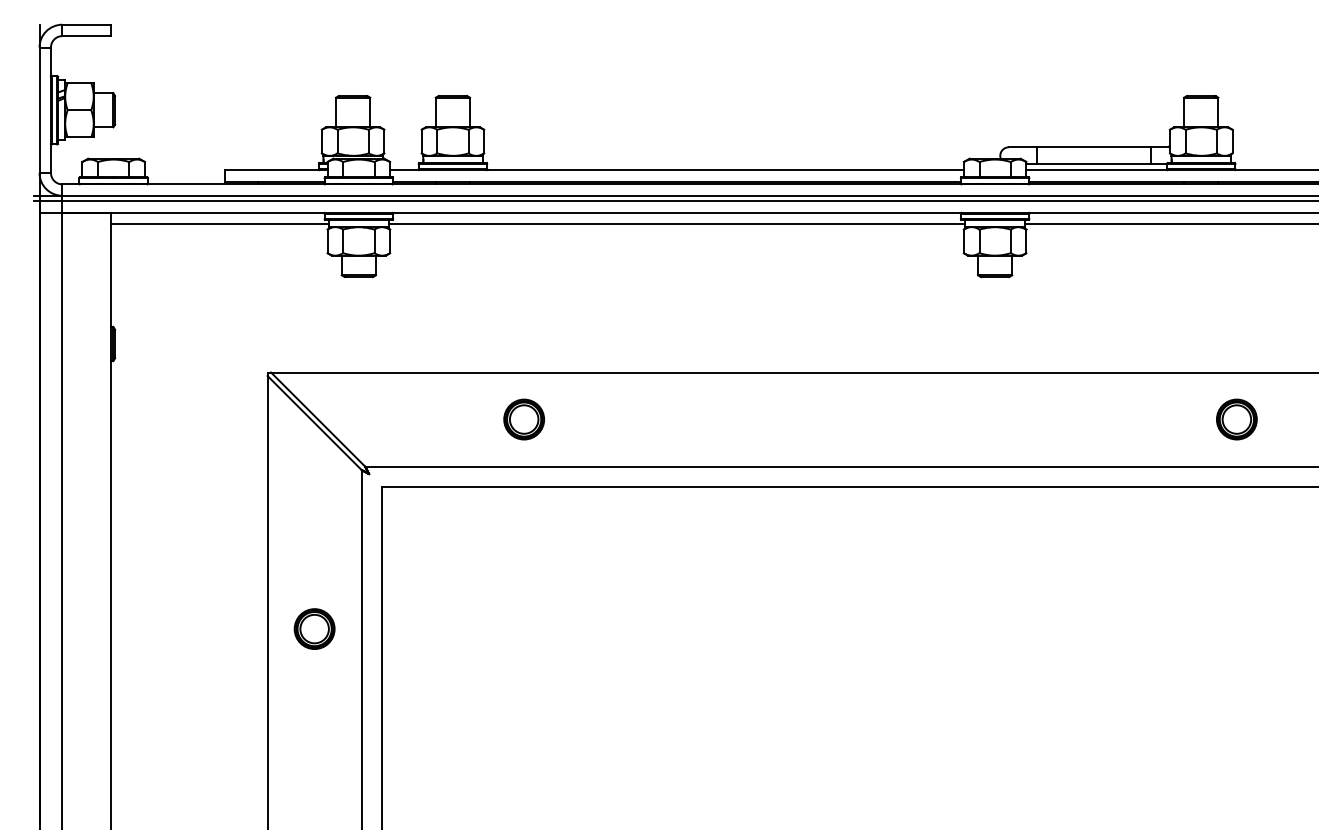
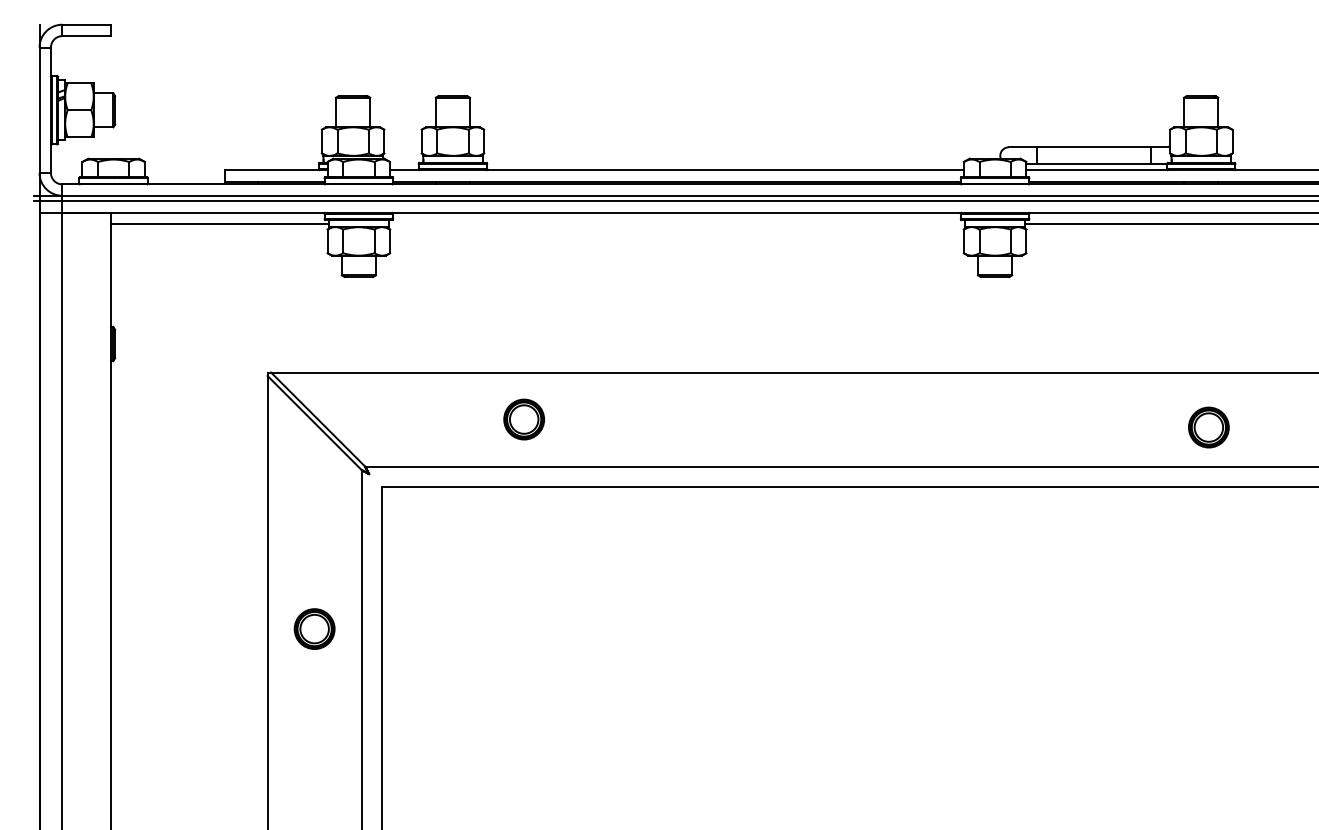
line at (676, 224): present -> none
part at (1236, 419) position: (1236, 419) -> (1208, 427)
